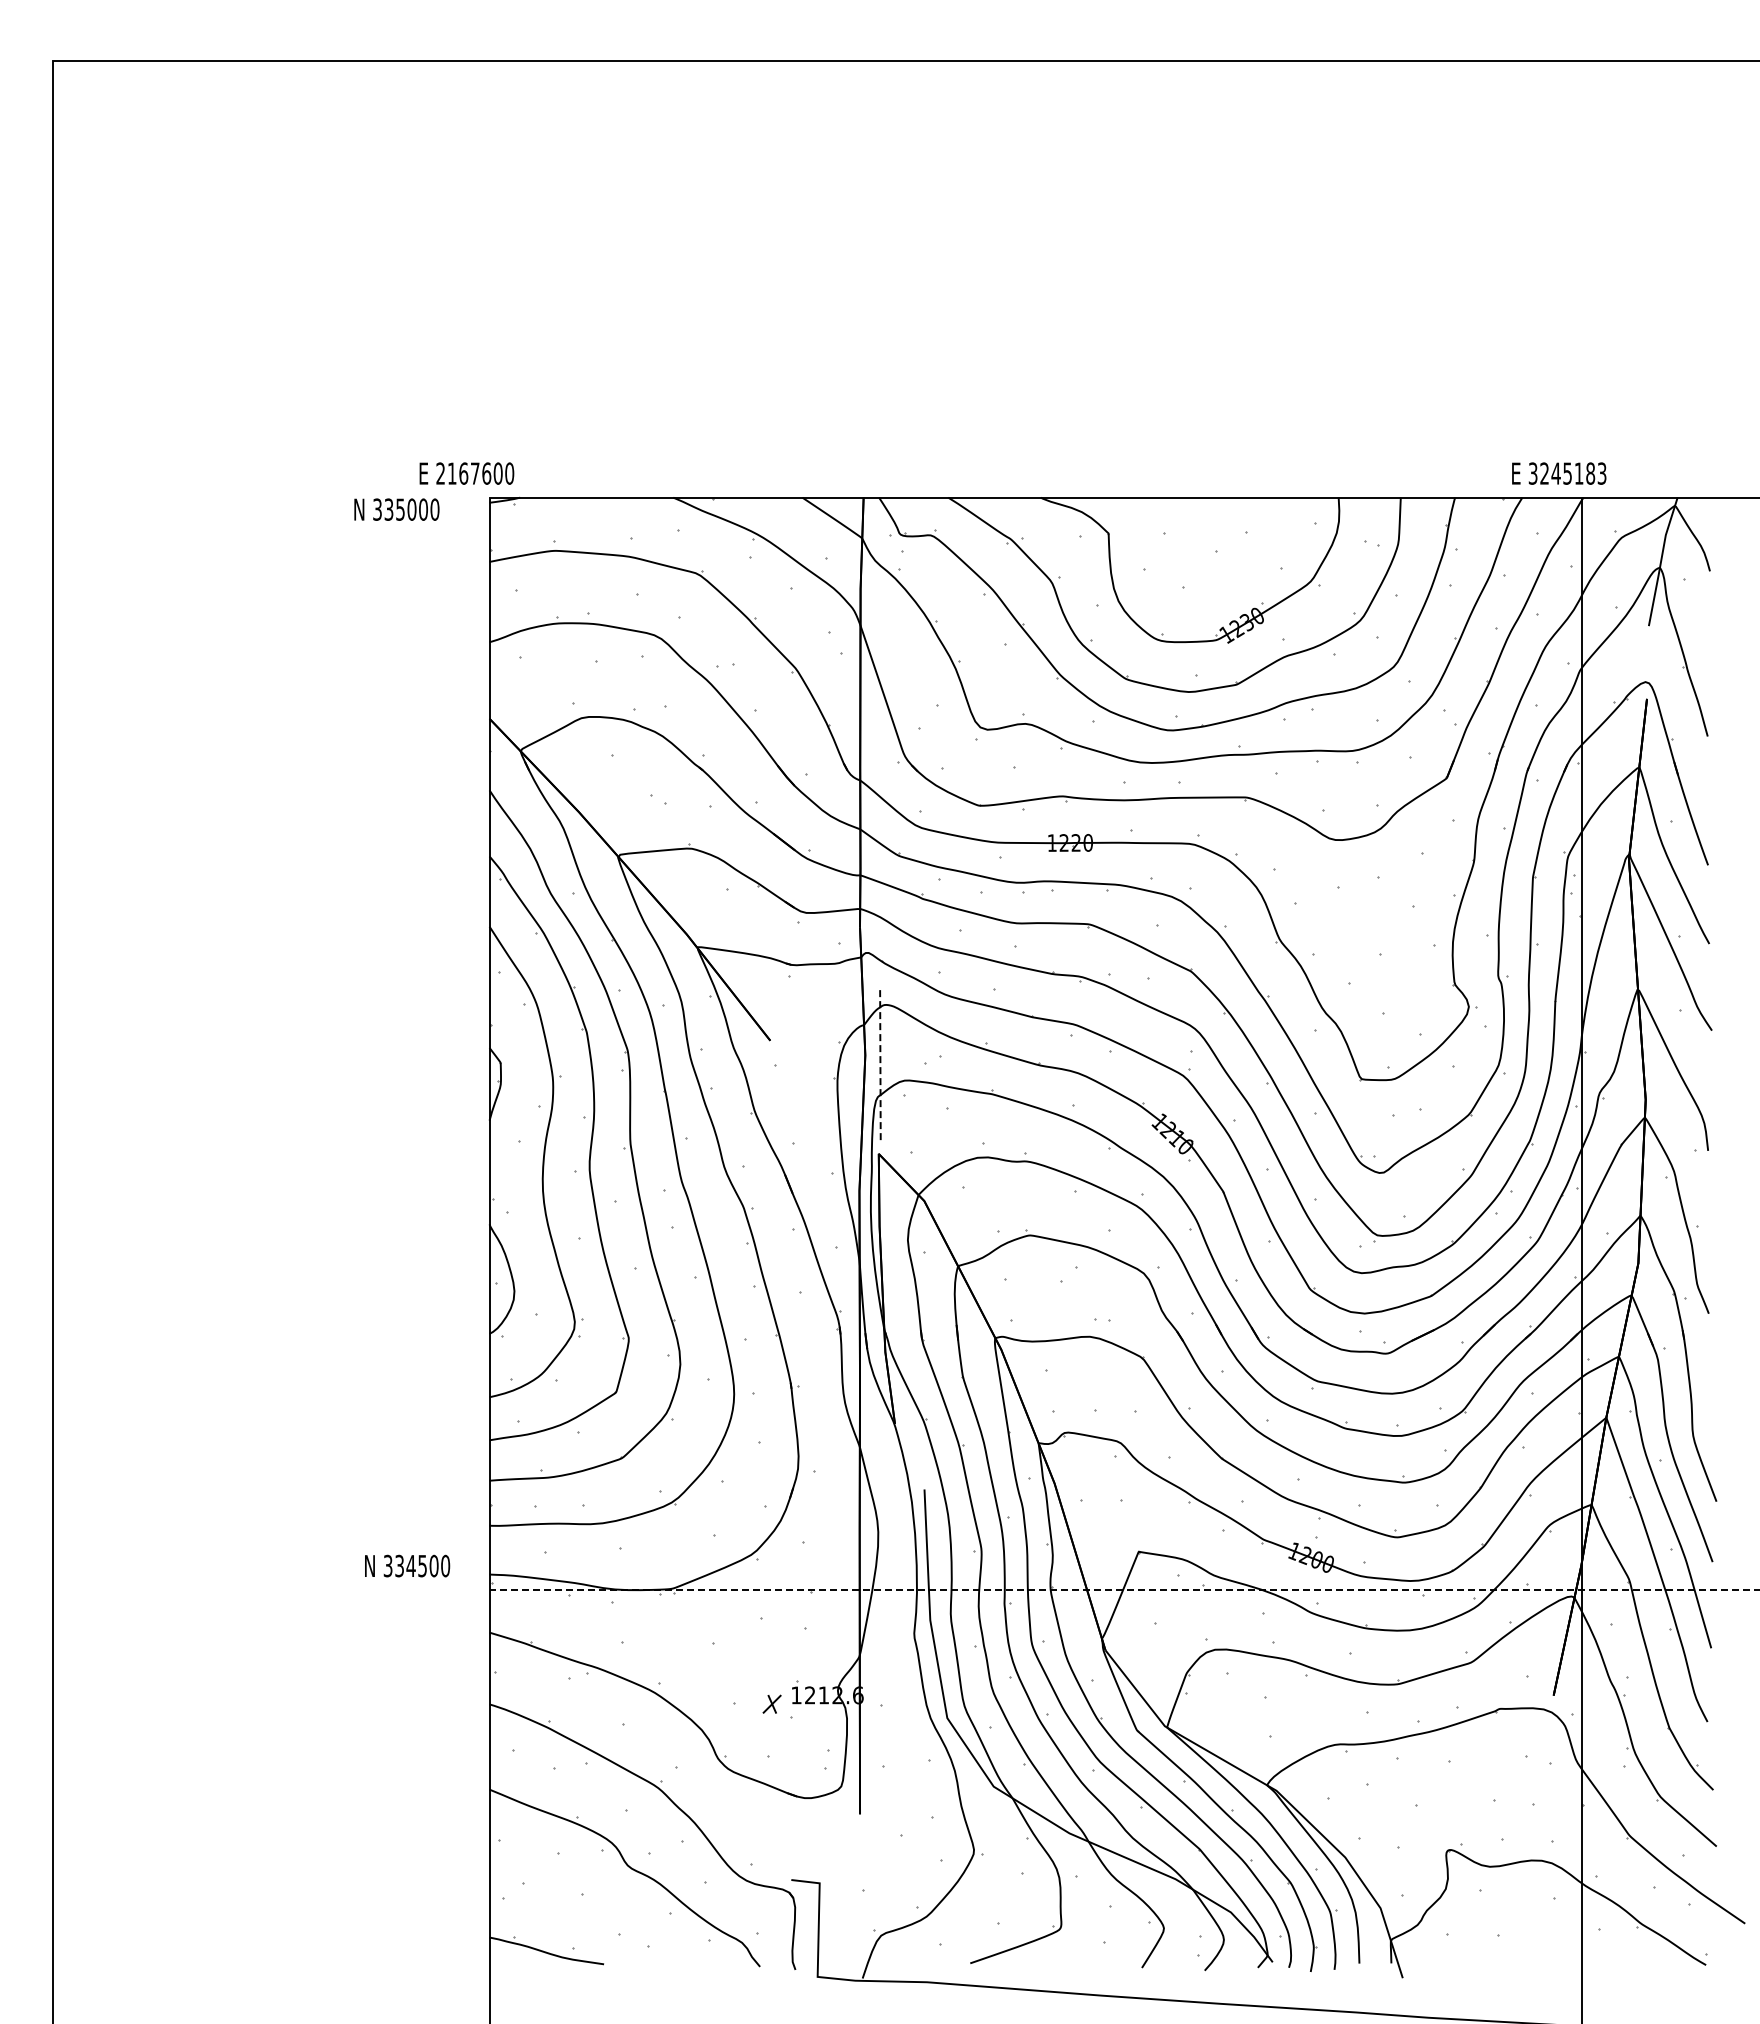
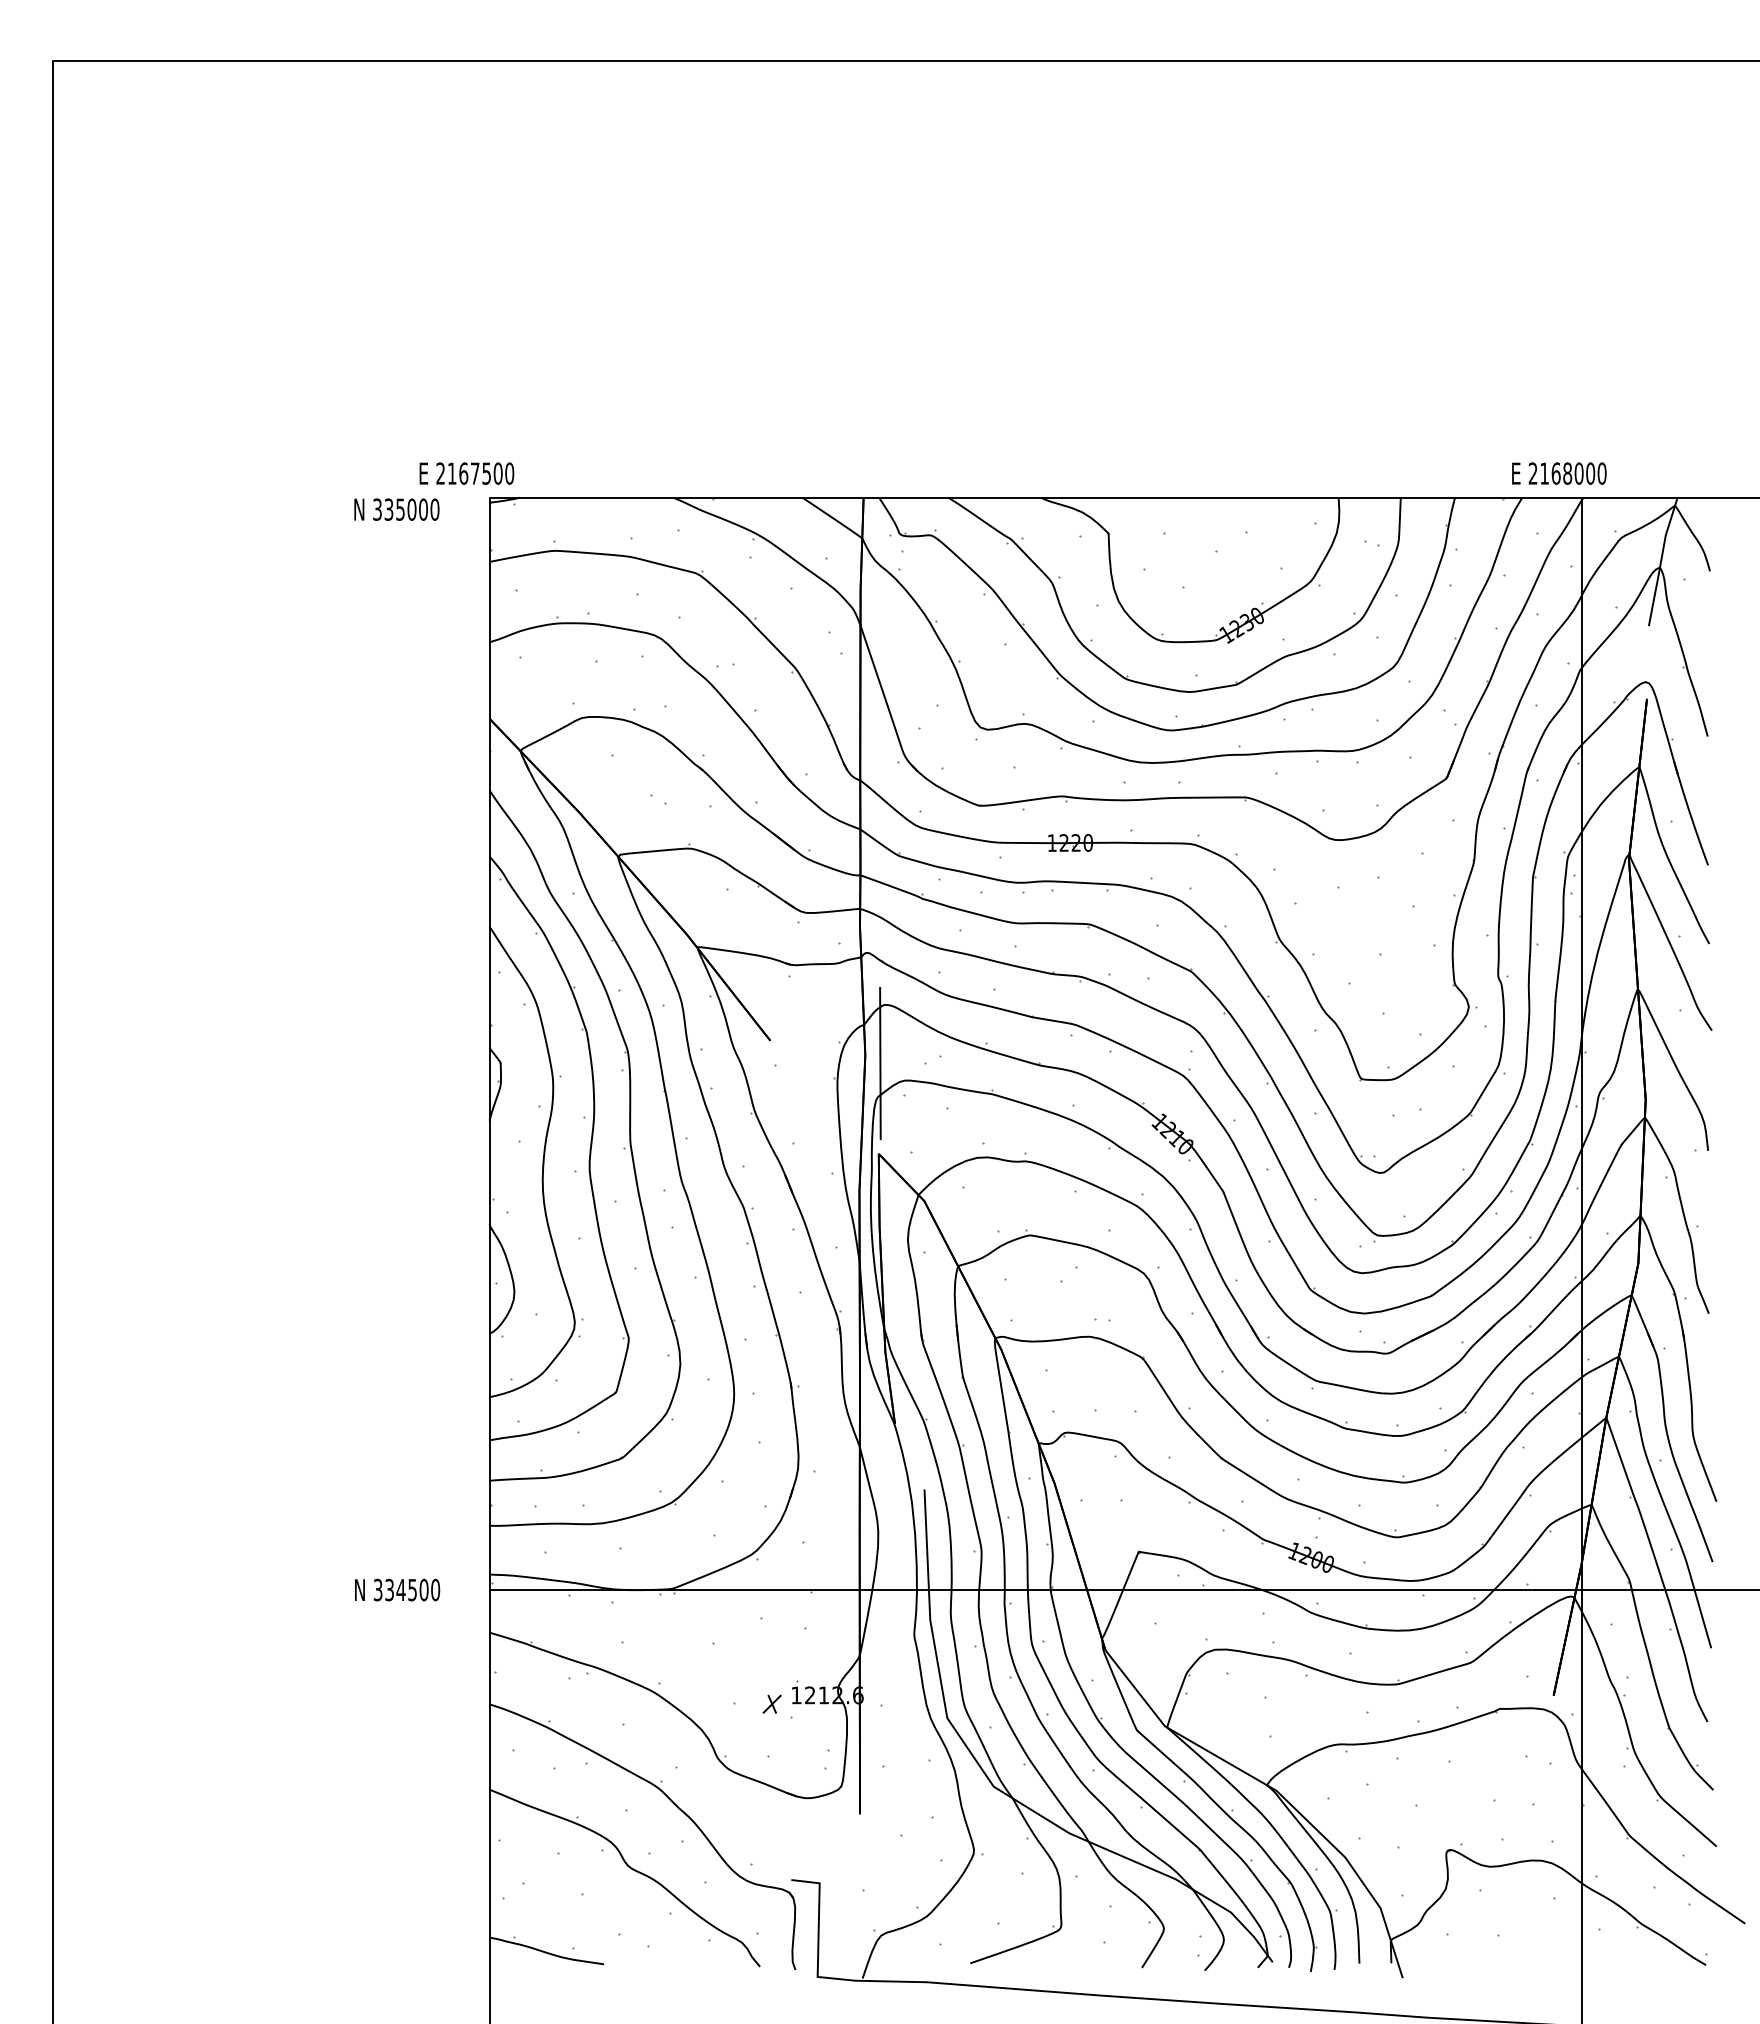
text at (486, 473): 2167600 -> 2167500
text at (1567, 473): 3245183 -> 2168000
line at (880, 1063): dashed -> solid
text at (407, 1565) position: (407, 1565) -> (397, 1589)
line at (1124, 1590): dashed -> solid
